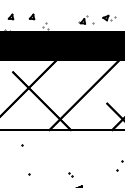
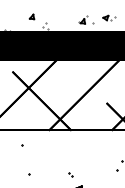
part at (10, 16): present -> none
